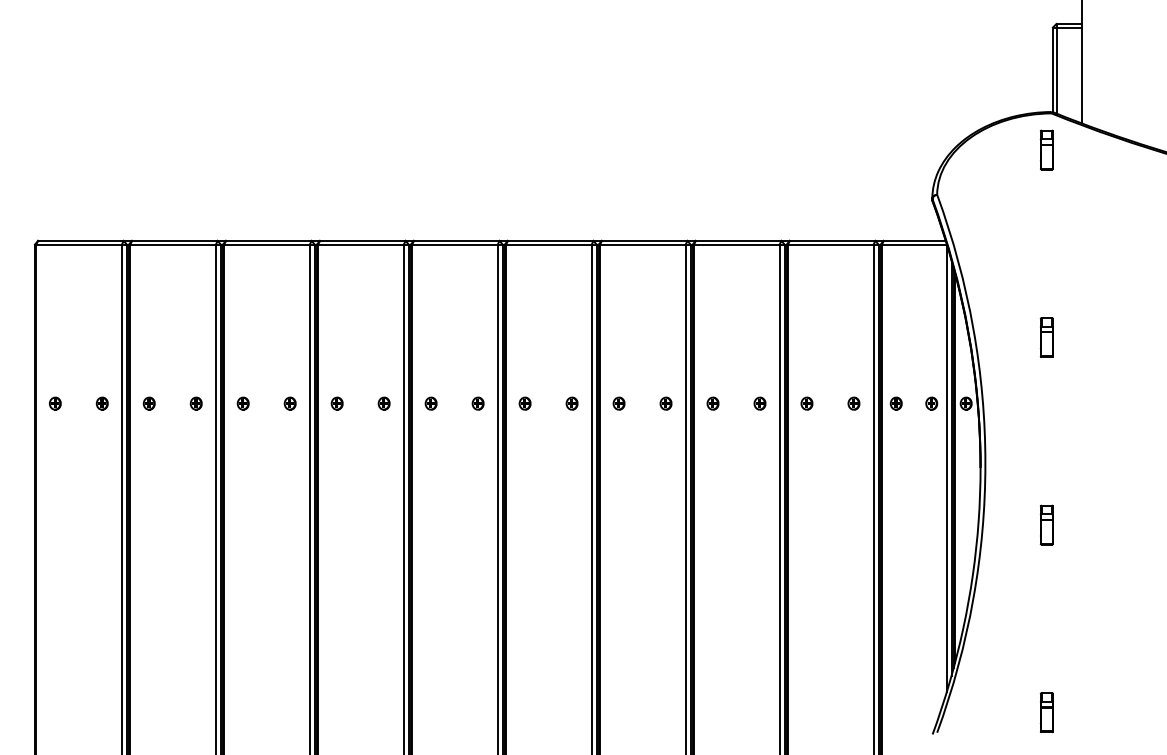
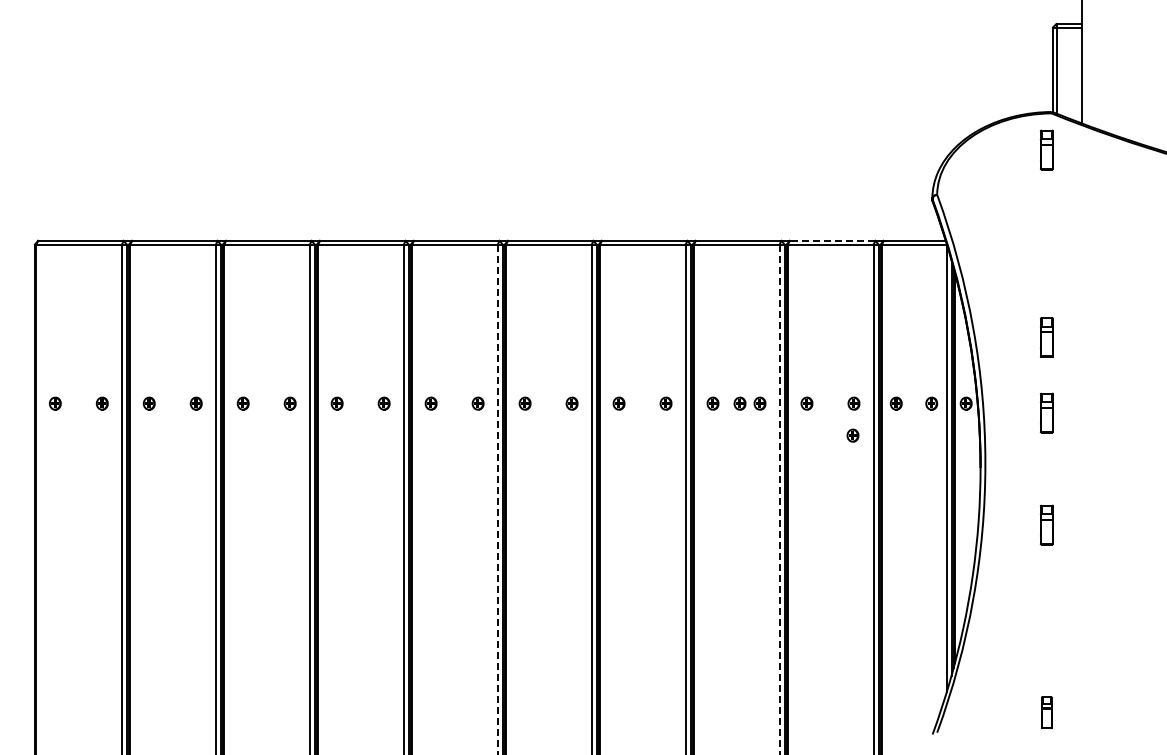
line at (832, 240): solid -> dashed
part at (739, 403): none -> present
part at (1046, 412): none -> present
part at (852, 435): none -> present
line at (497, 499): solid -> dashed
line at (779, 499): solid -> dashed
part at (1046, 712) size: 15x41 px -> 12x34 px
